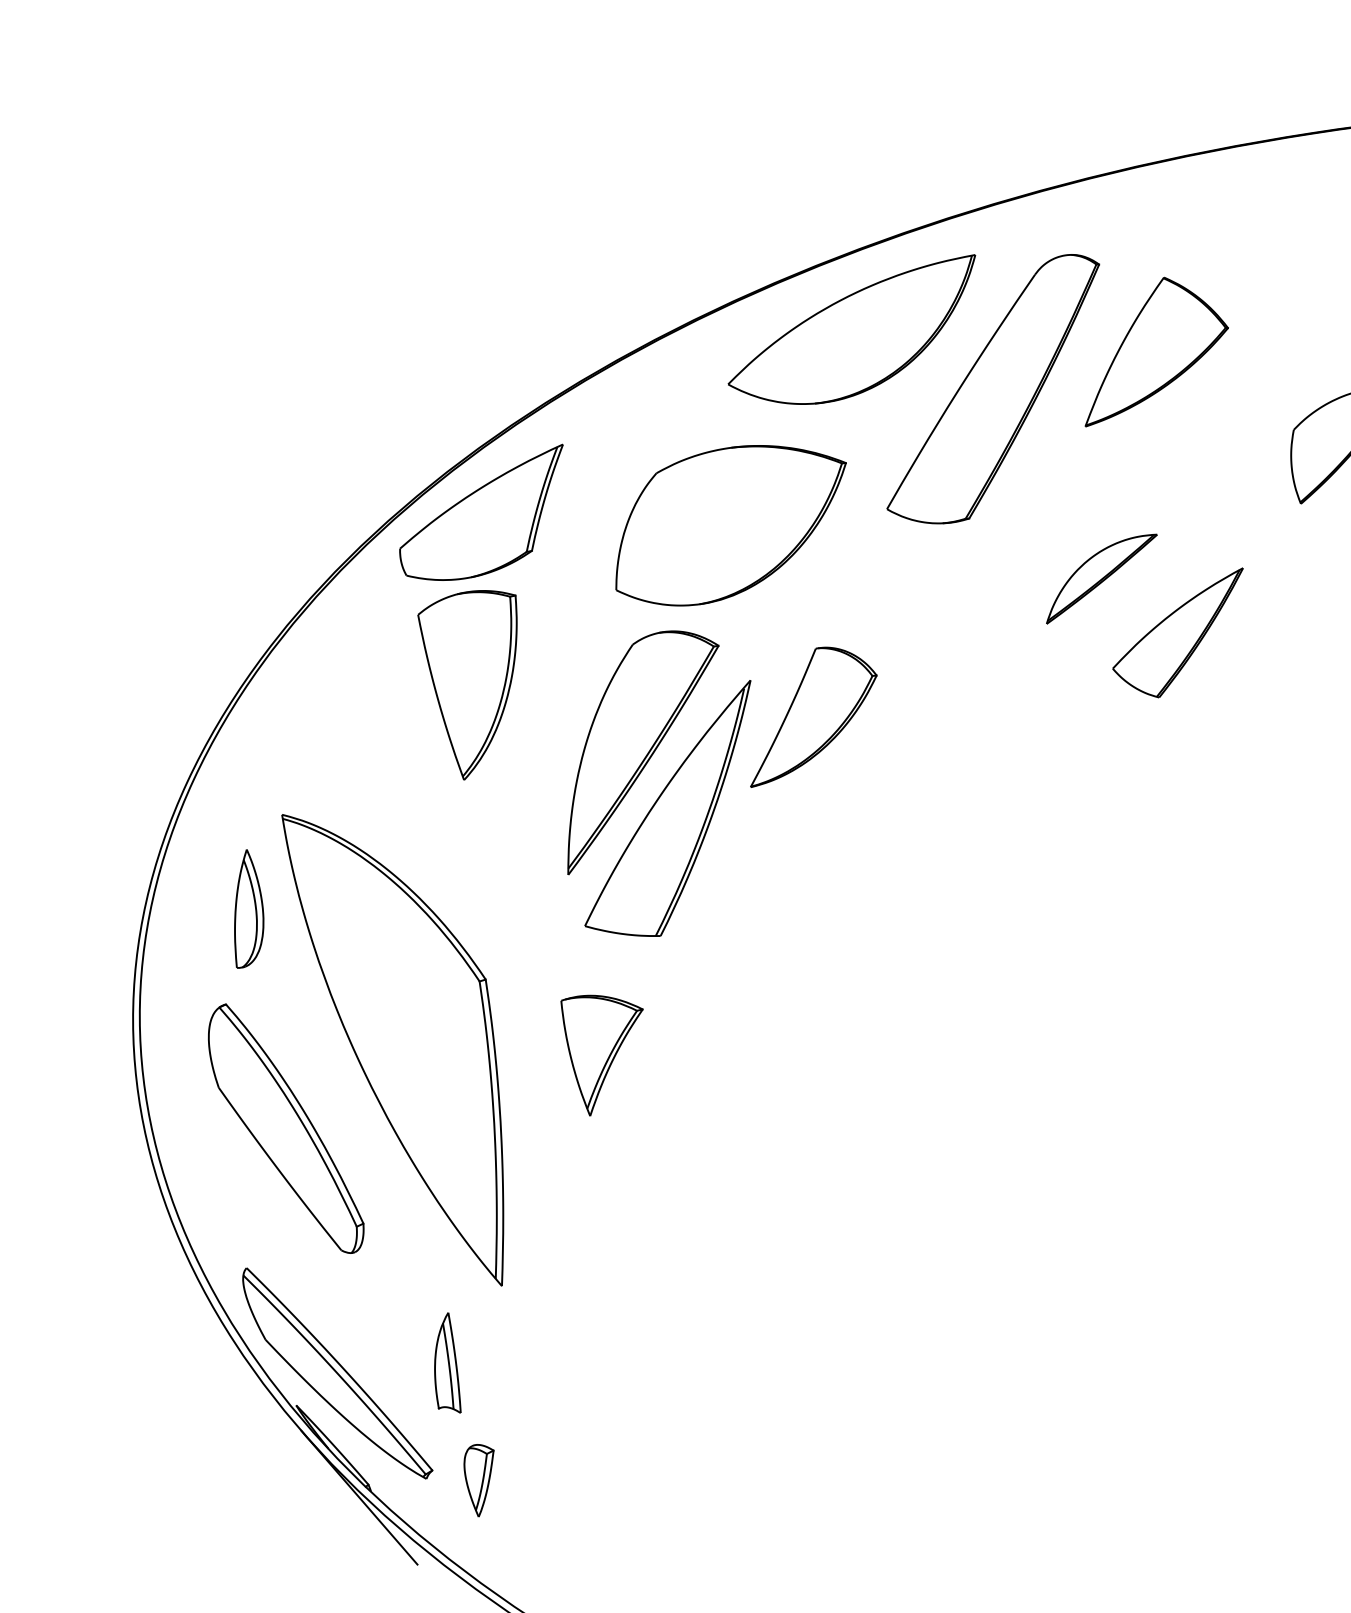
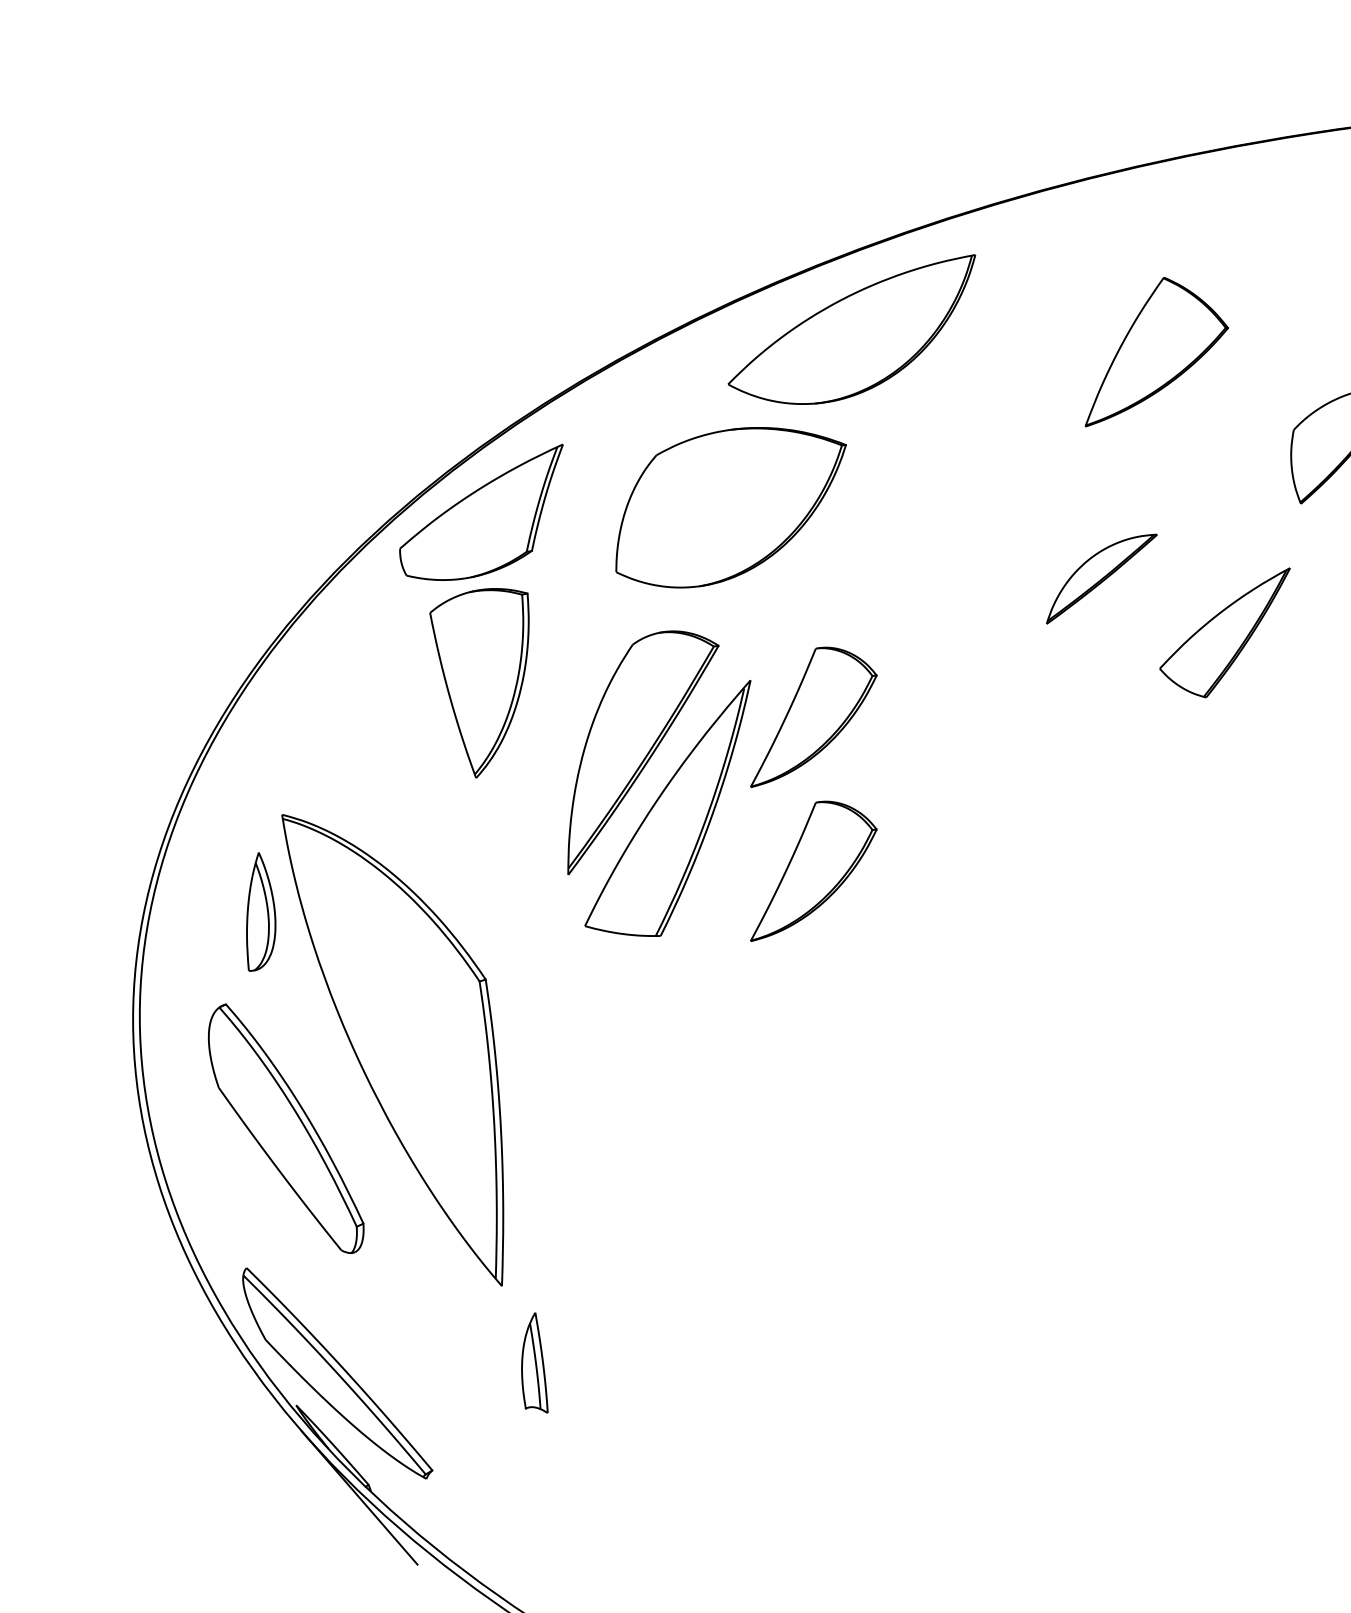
part at (993, 389): present -> none
part at (730, 525) position: (730, 525) -> (730, 507)
part at (1177, 632) position: (1177, 632) -> (1224, 632)
part at (467, 685) position: (467, 685) -> (479, 683)
part at (813, 870): none -> present
part at (249, 908) position: (249, 908) -> (261, 911)
part at (601, 1055): present -> none
part at (447, 1362) position: (447, 1362) -> (534, 1362)
part at (478, 1480): present -> none
